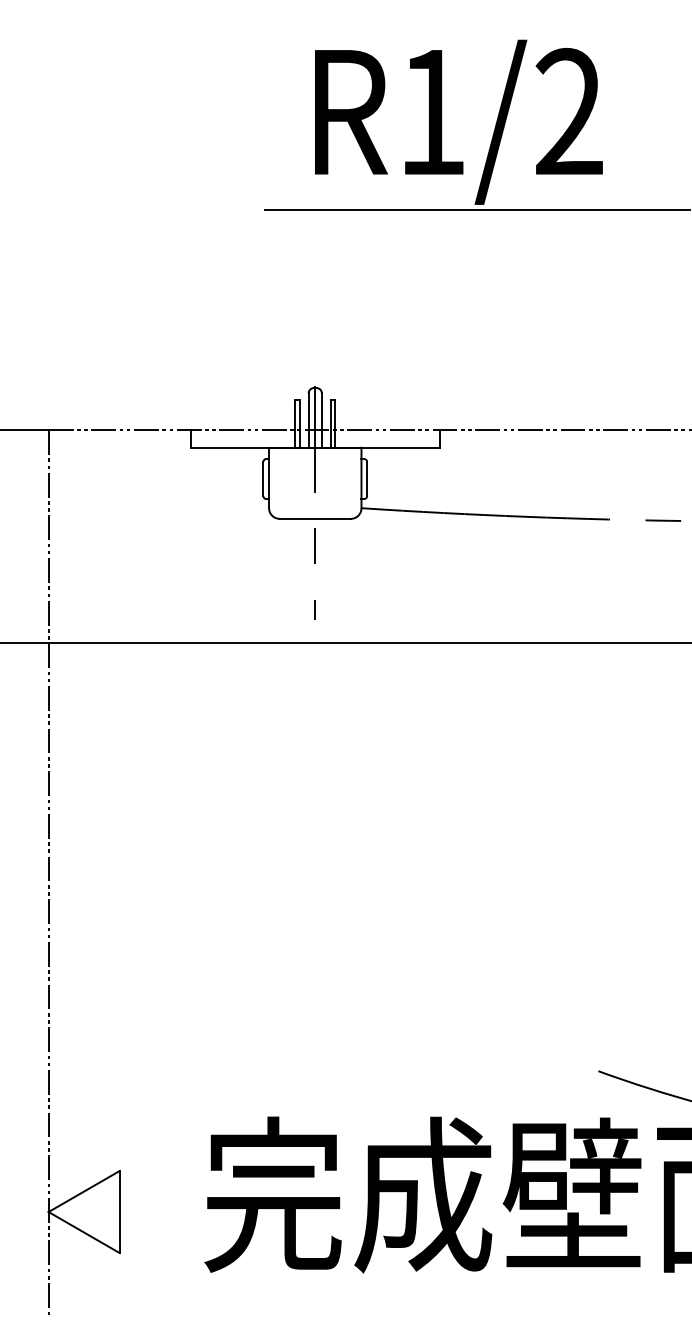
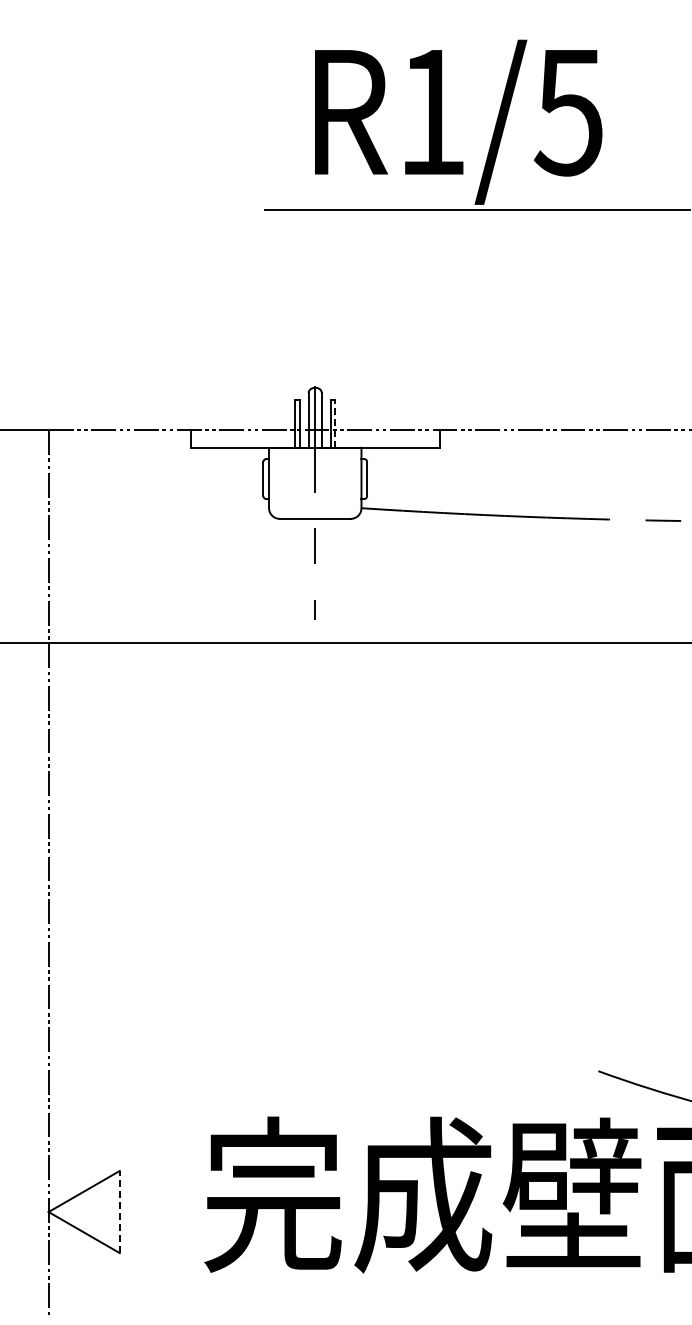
text at (567, 111): R1/2 -> R1/5
line at (335, 423): solid -> dashed
line at (119, 1211): solid -> dashed
